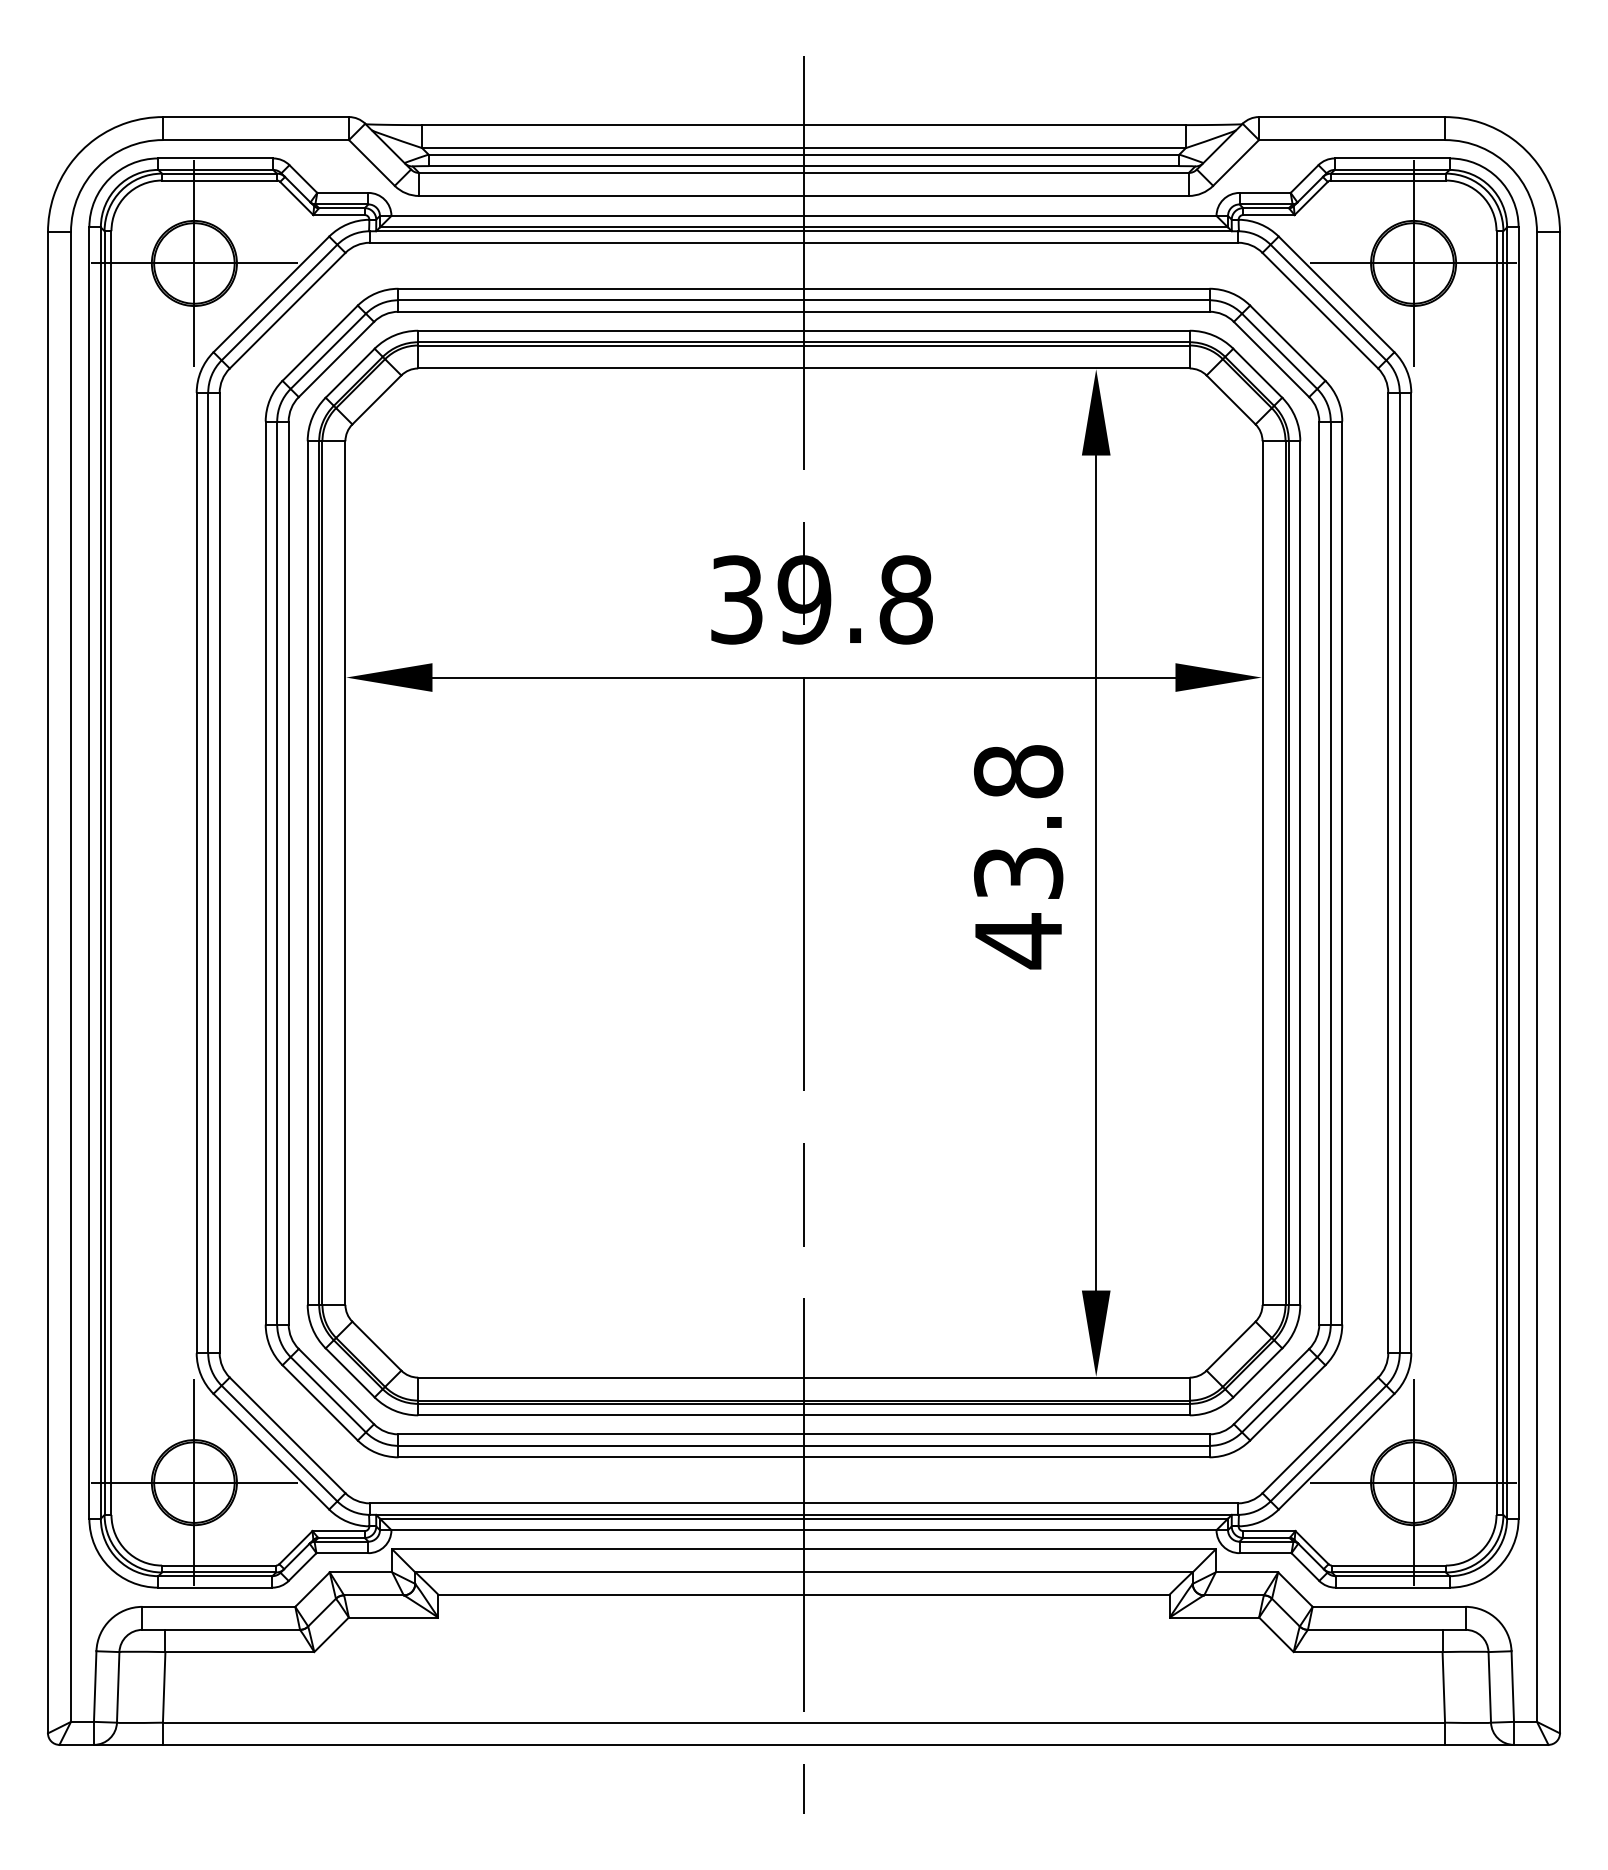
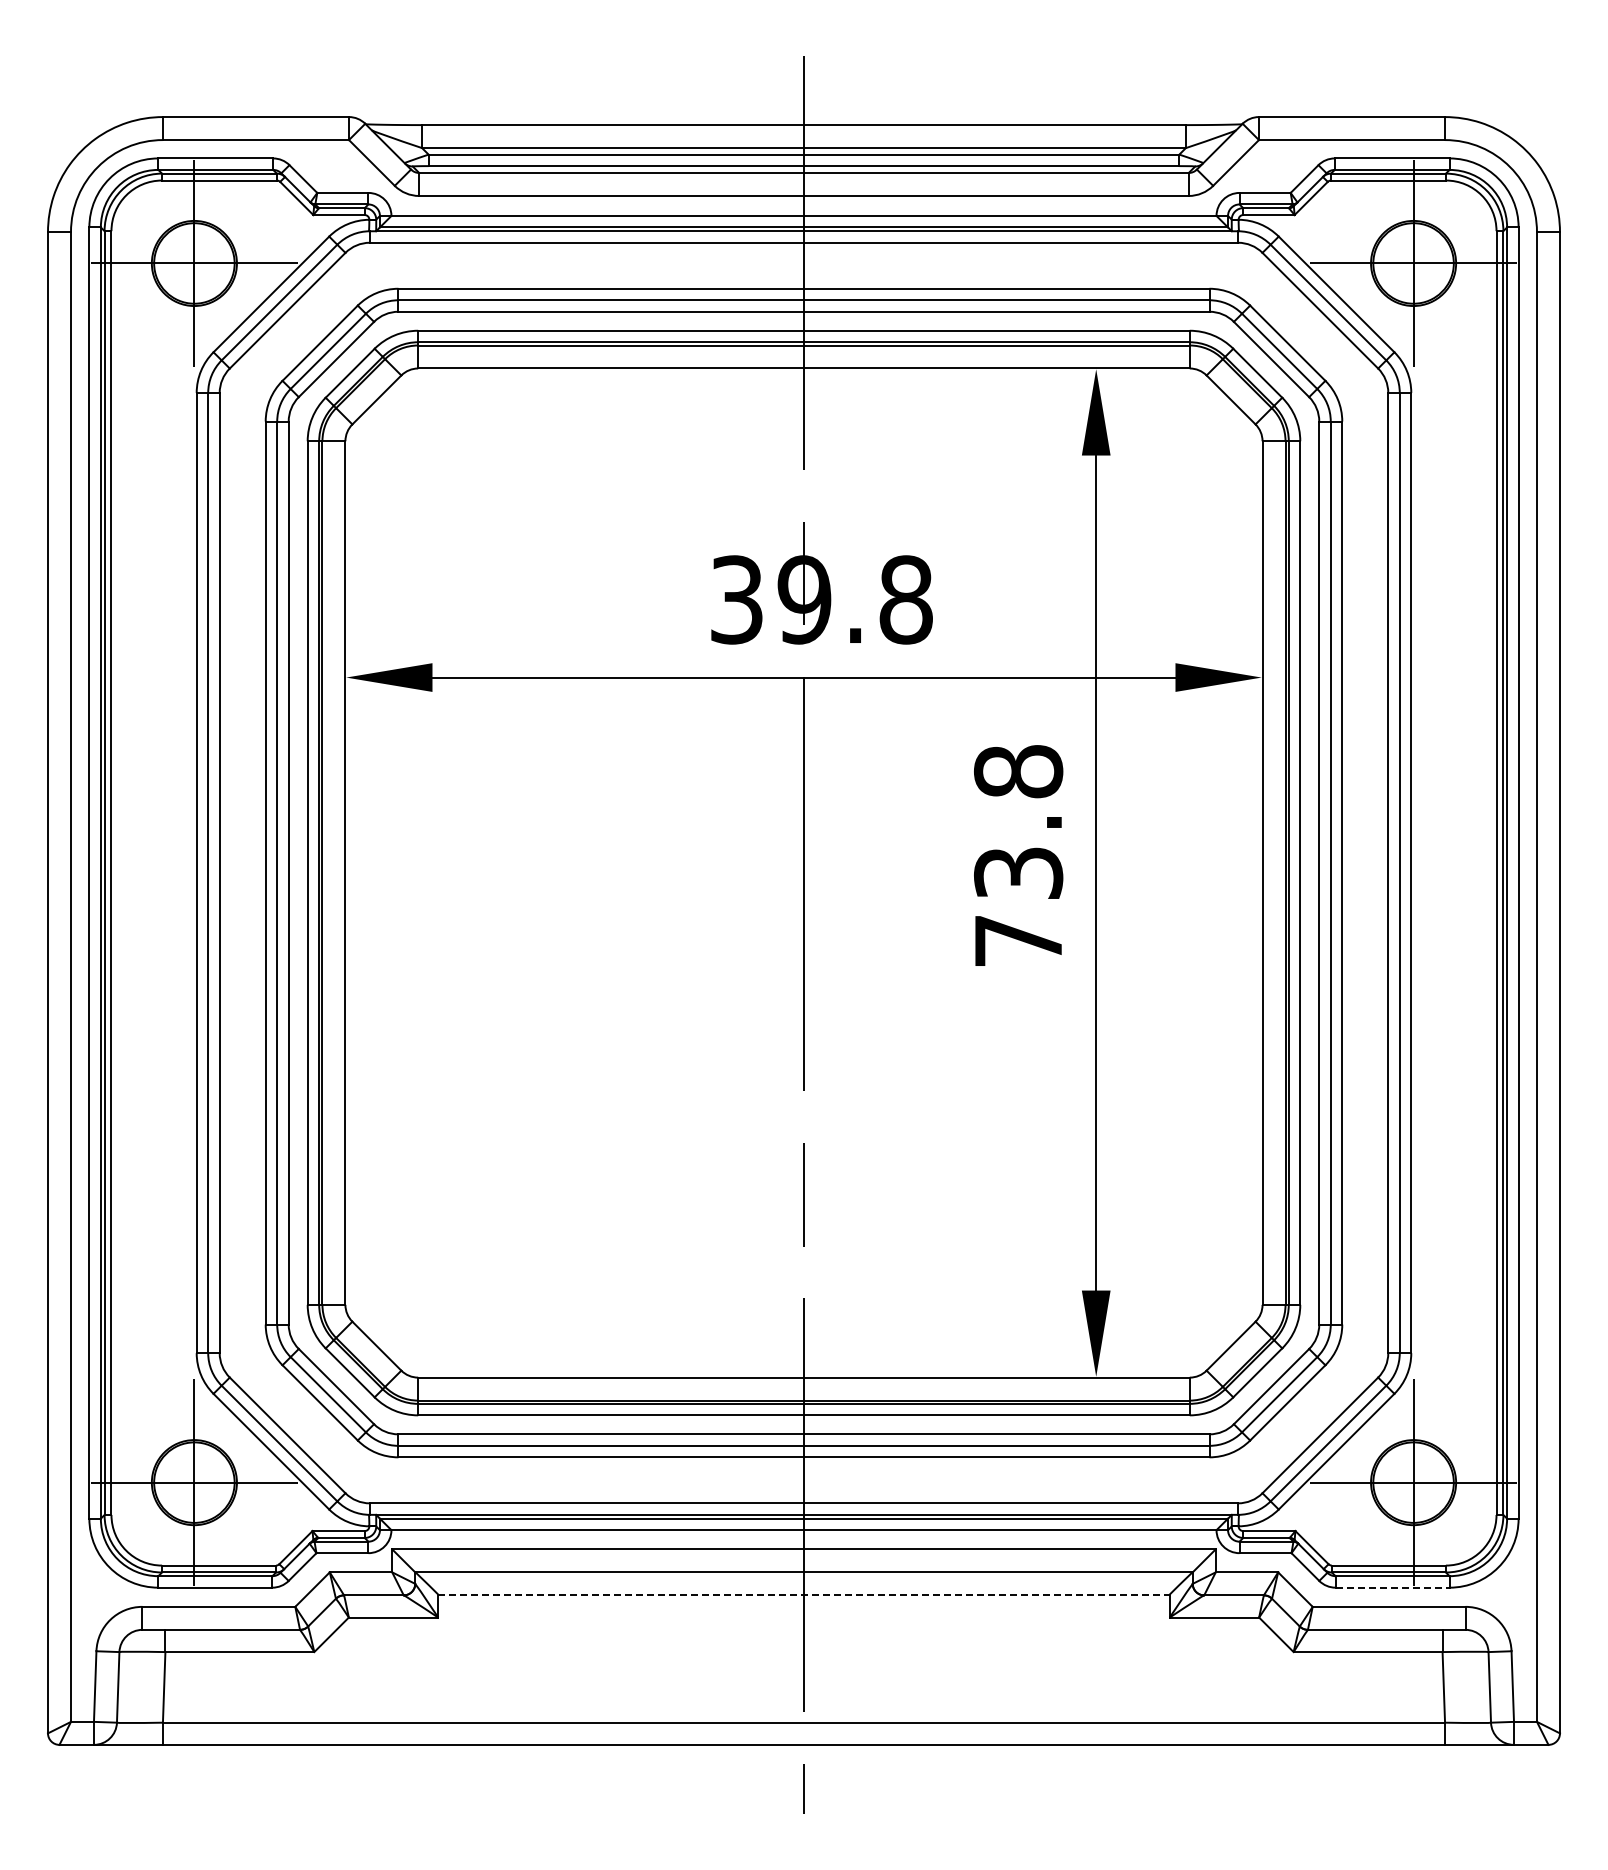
text at (1018, 941): 43.8 -> 73.8
line at (1393, 1587): solid -> dashed
line at (803, 1594): solid -> dashed
